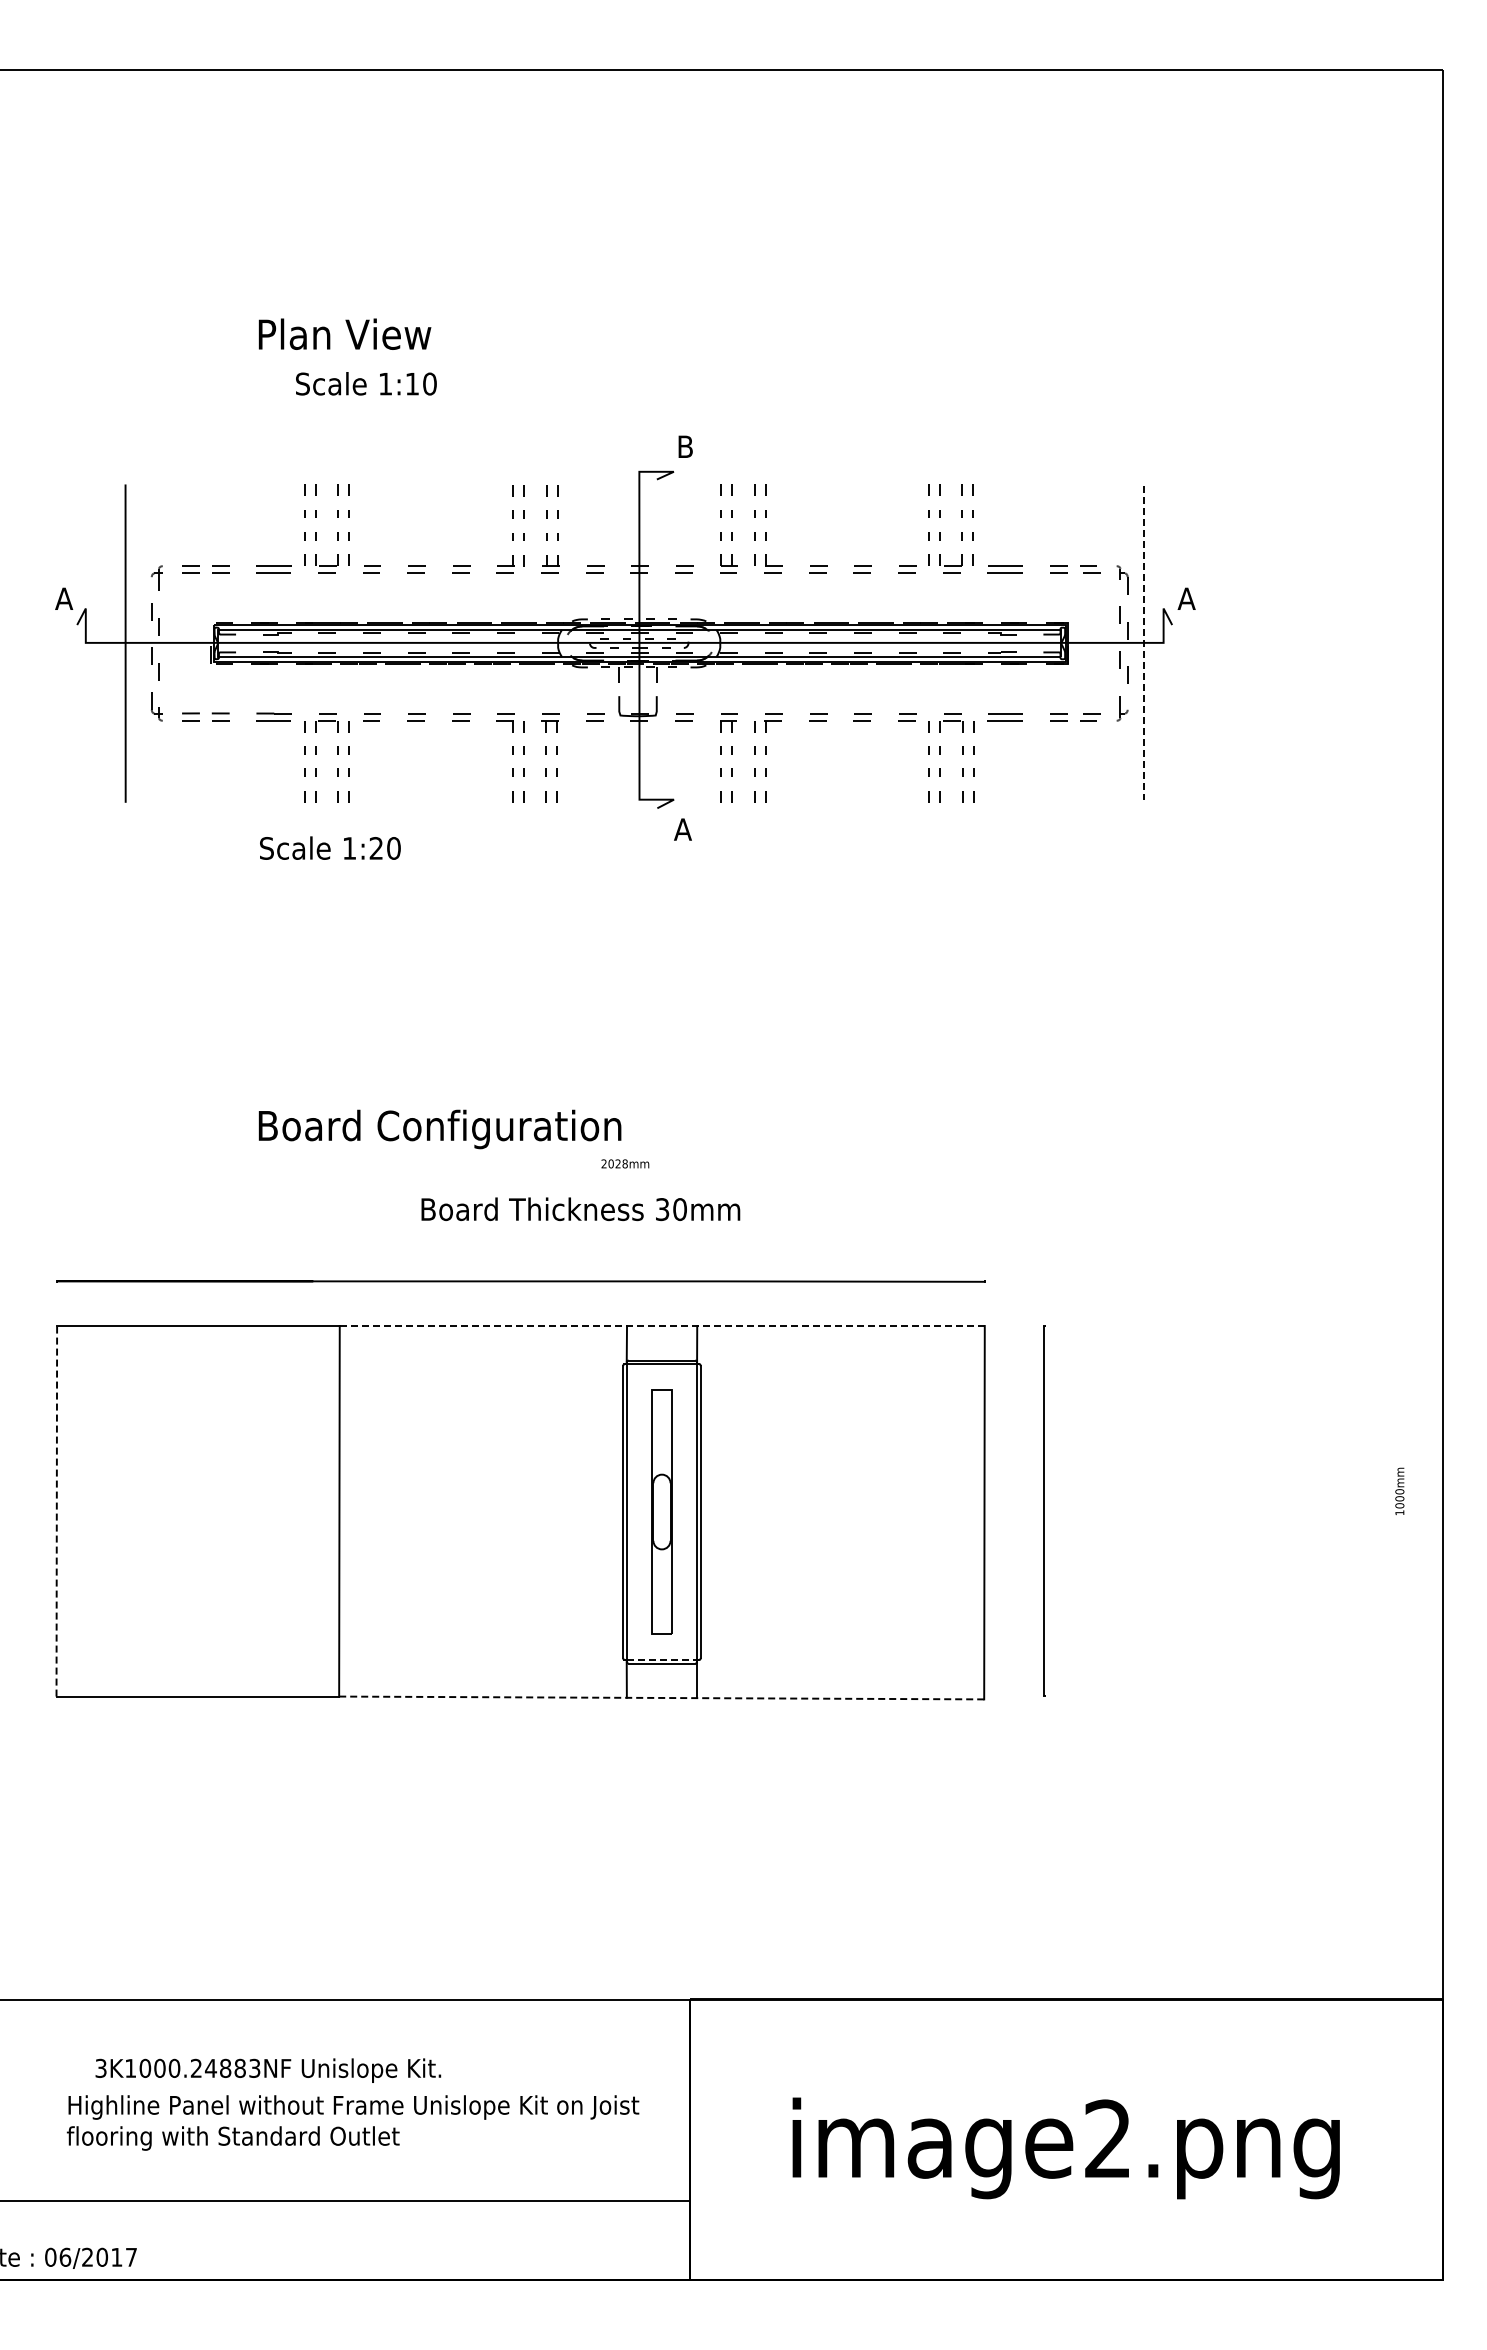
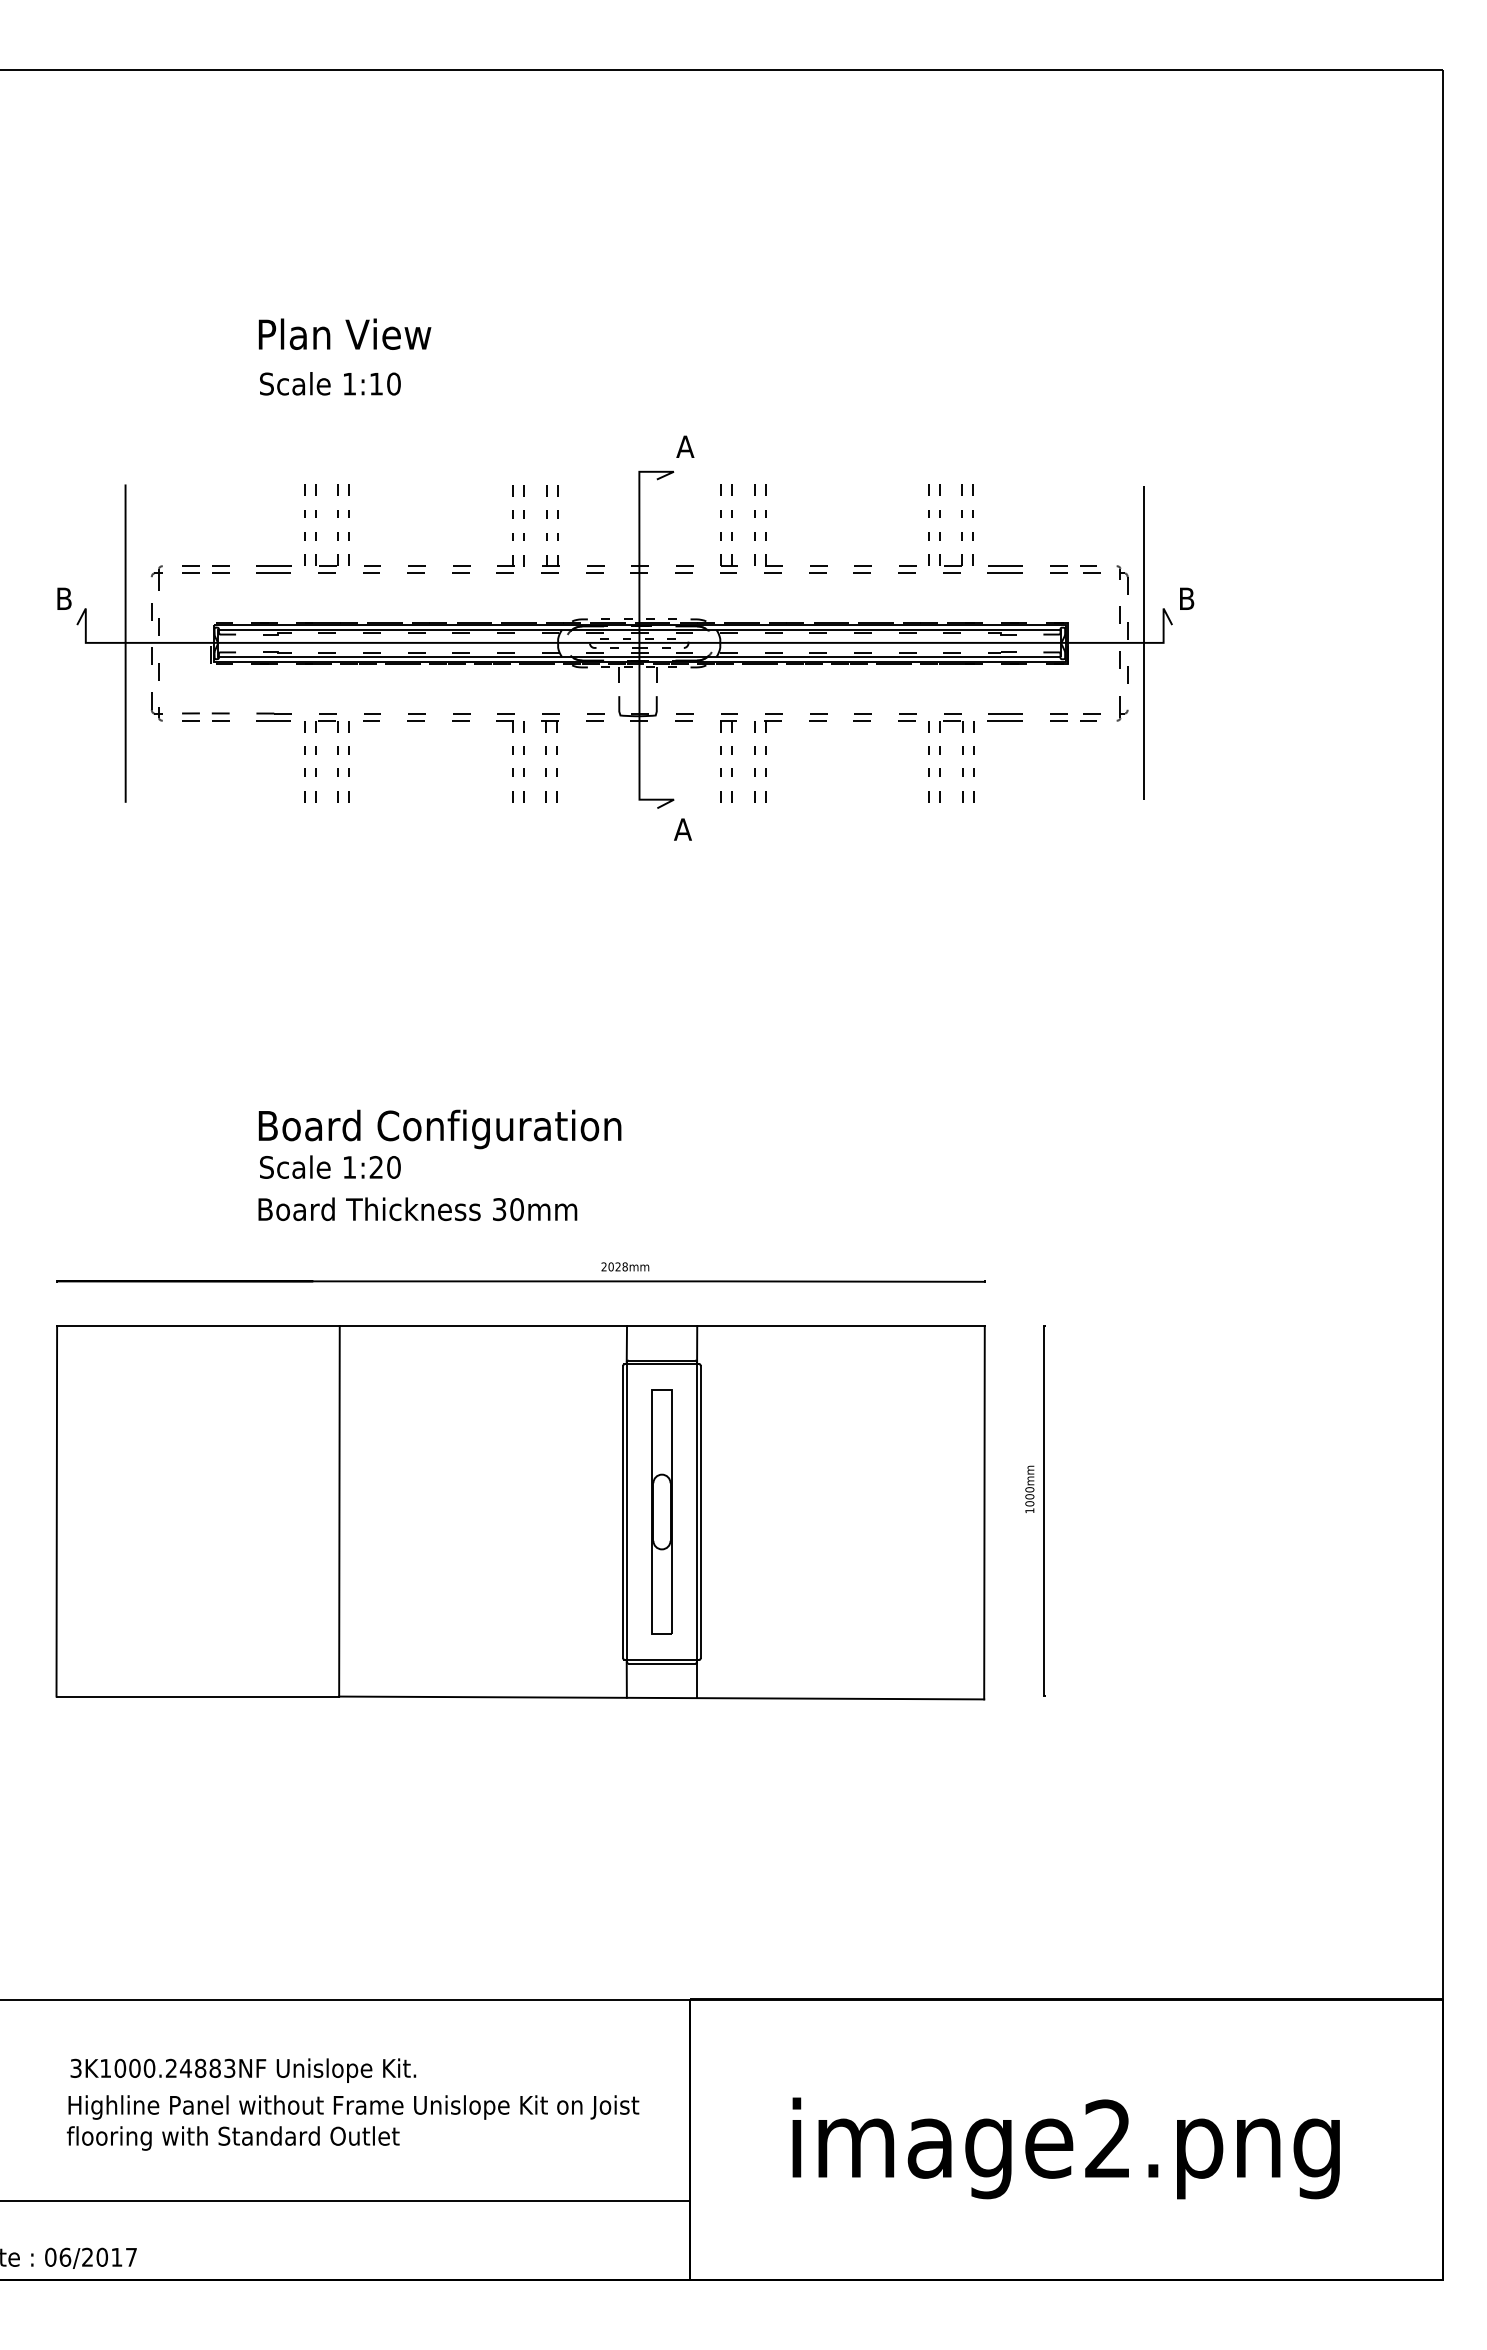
text at (366, 383) position: (366, 383) -> (330, 383)
text at (685, 446): B -> A
text at (64, 598): A -> B
text at (1186, 598): A -> B
line at (1143, 643): dashed -> solid
text at (330, 847) position: (330, 847) -> (330, 1166)
text at (625, 1163) position: (625, 1163) -> (625, 1266)
text at (580, 1209) position: (580, 1209) -> (417, 1209)
line at (662, 1326): dashed -> solid
text at (1399, 1490) position: (1399, 1490) -> (1029, 1488)
line at (56, 1510): dashed -> solid
line at (662, 1659): dashed -> solid
line at (661, 1697): dashed -> solid
text at (268, 2070) position: (268, 2070) -> (243, 2070)
